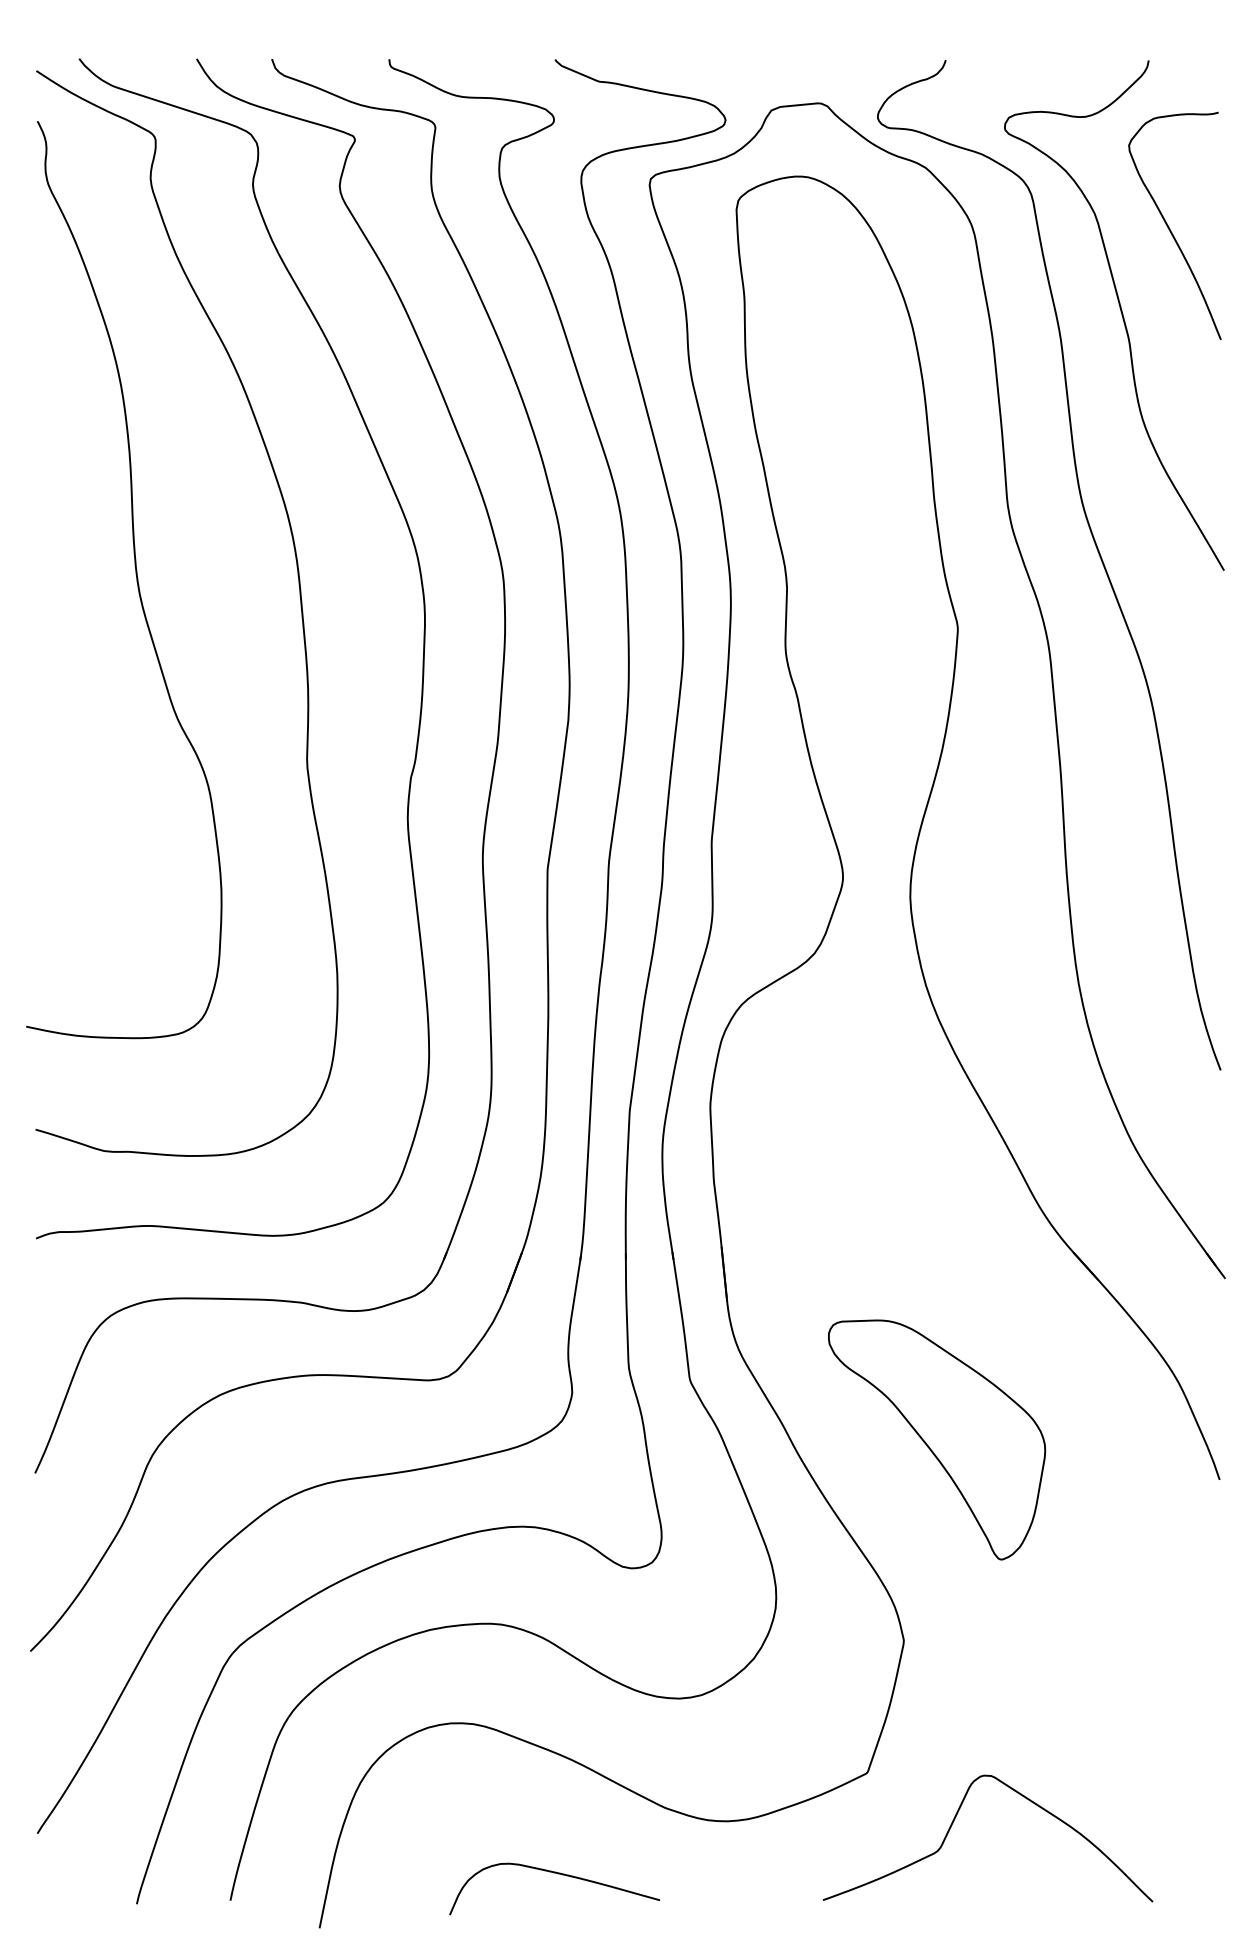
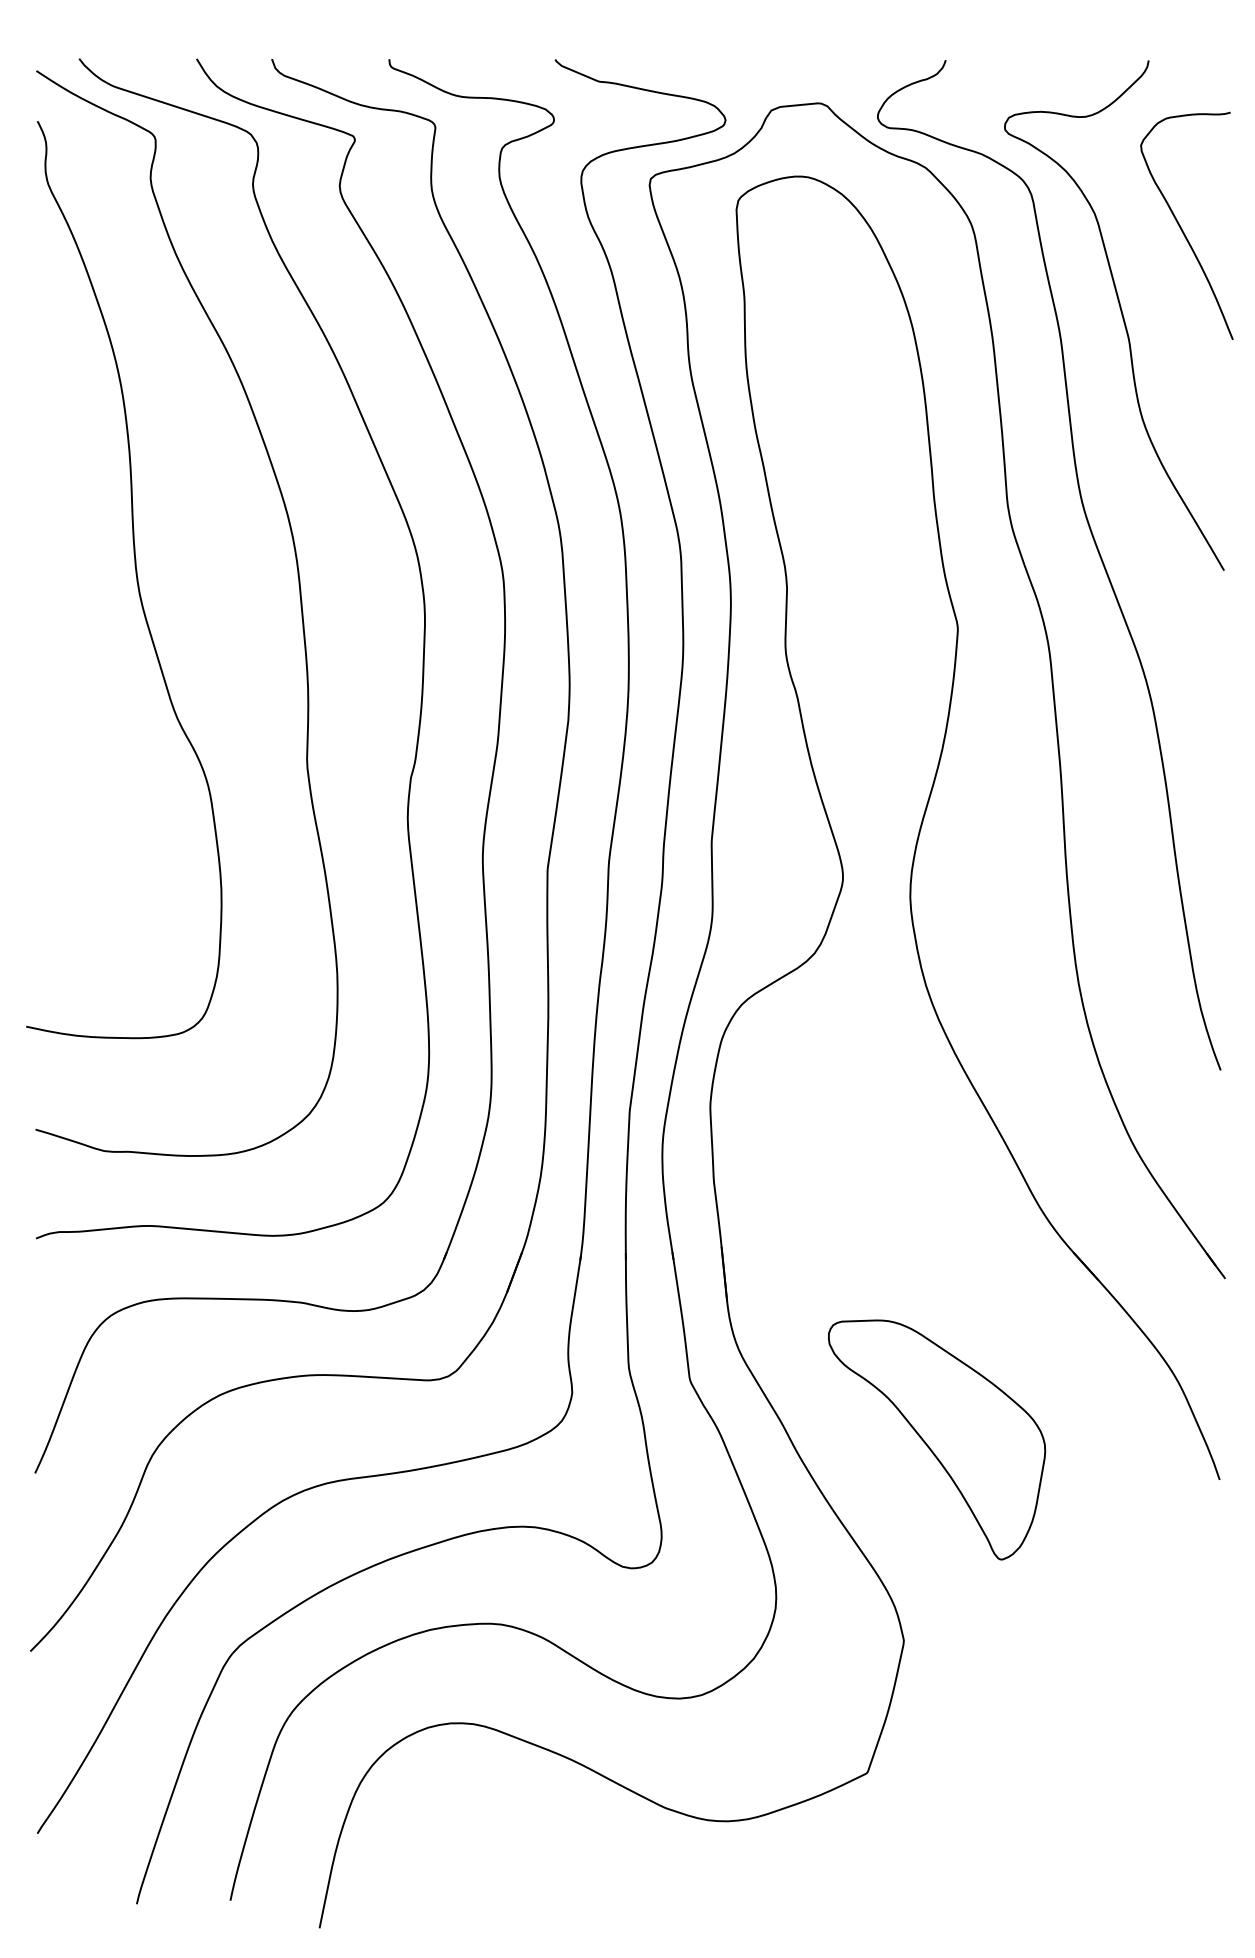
curve at (1170, 228) position: (1170, 228) -> (1182, 228)
curve at (954, 1821): present -> none
curve at (558, 1874): present -> none
